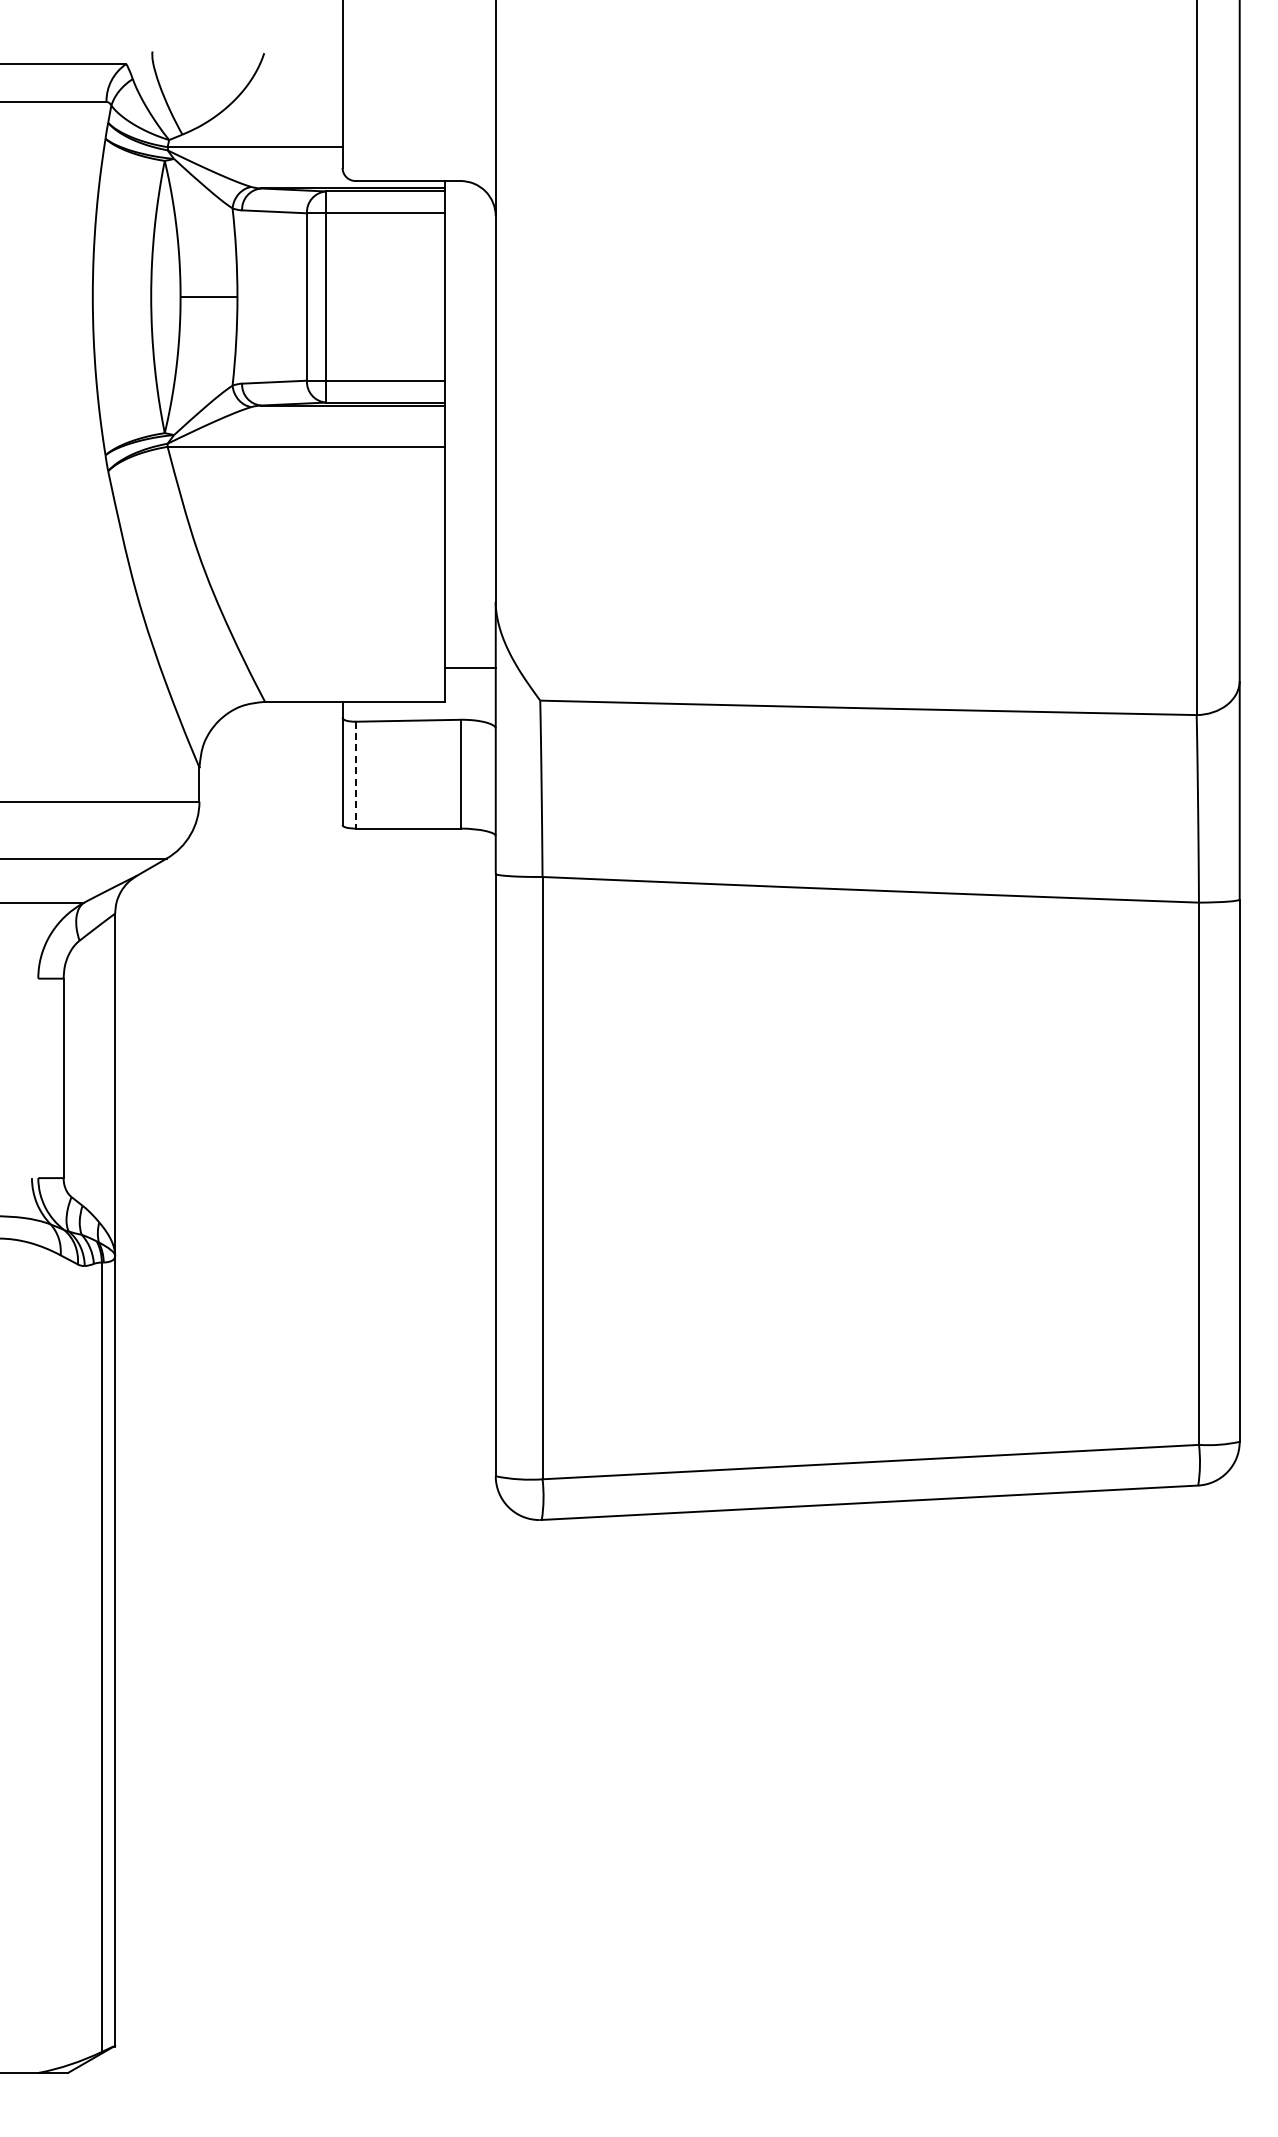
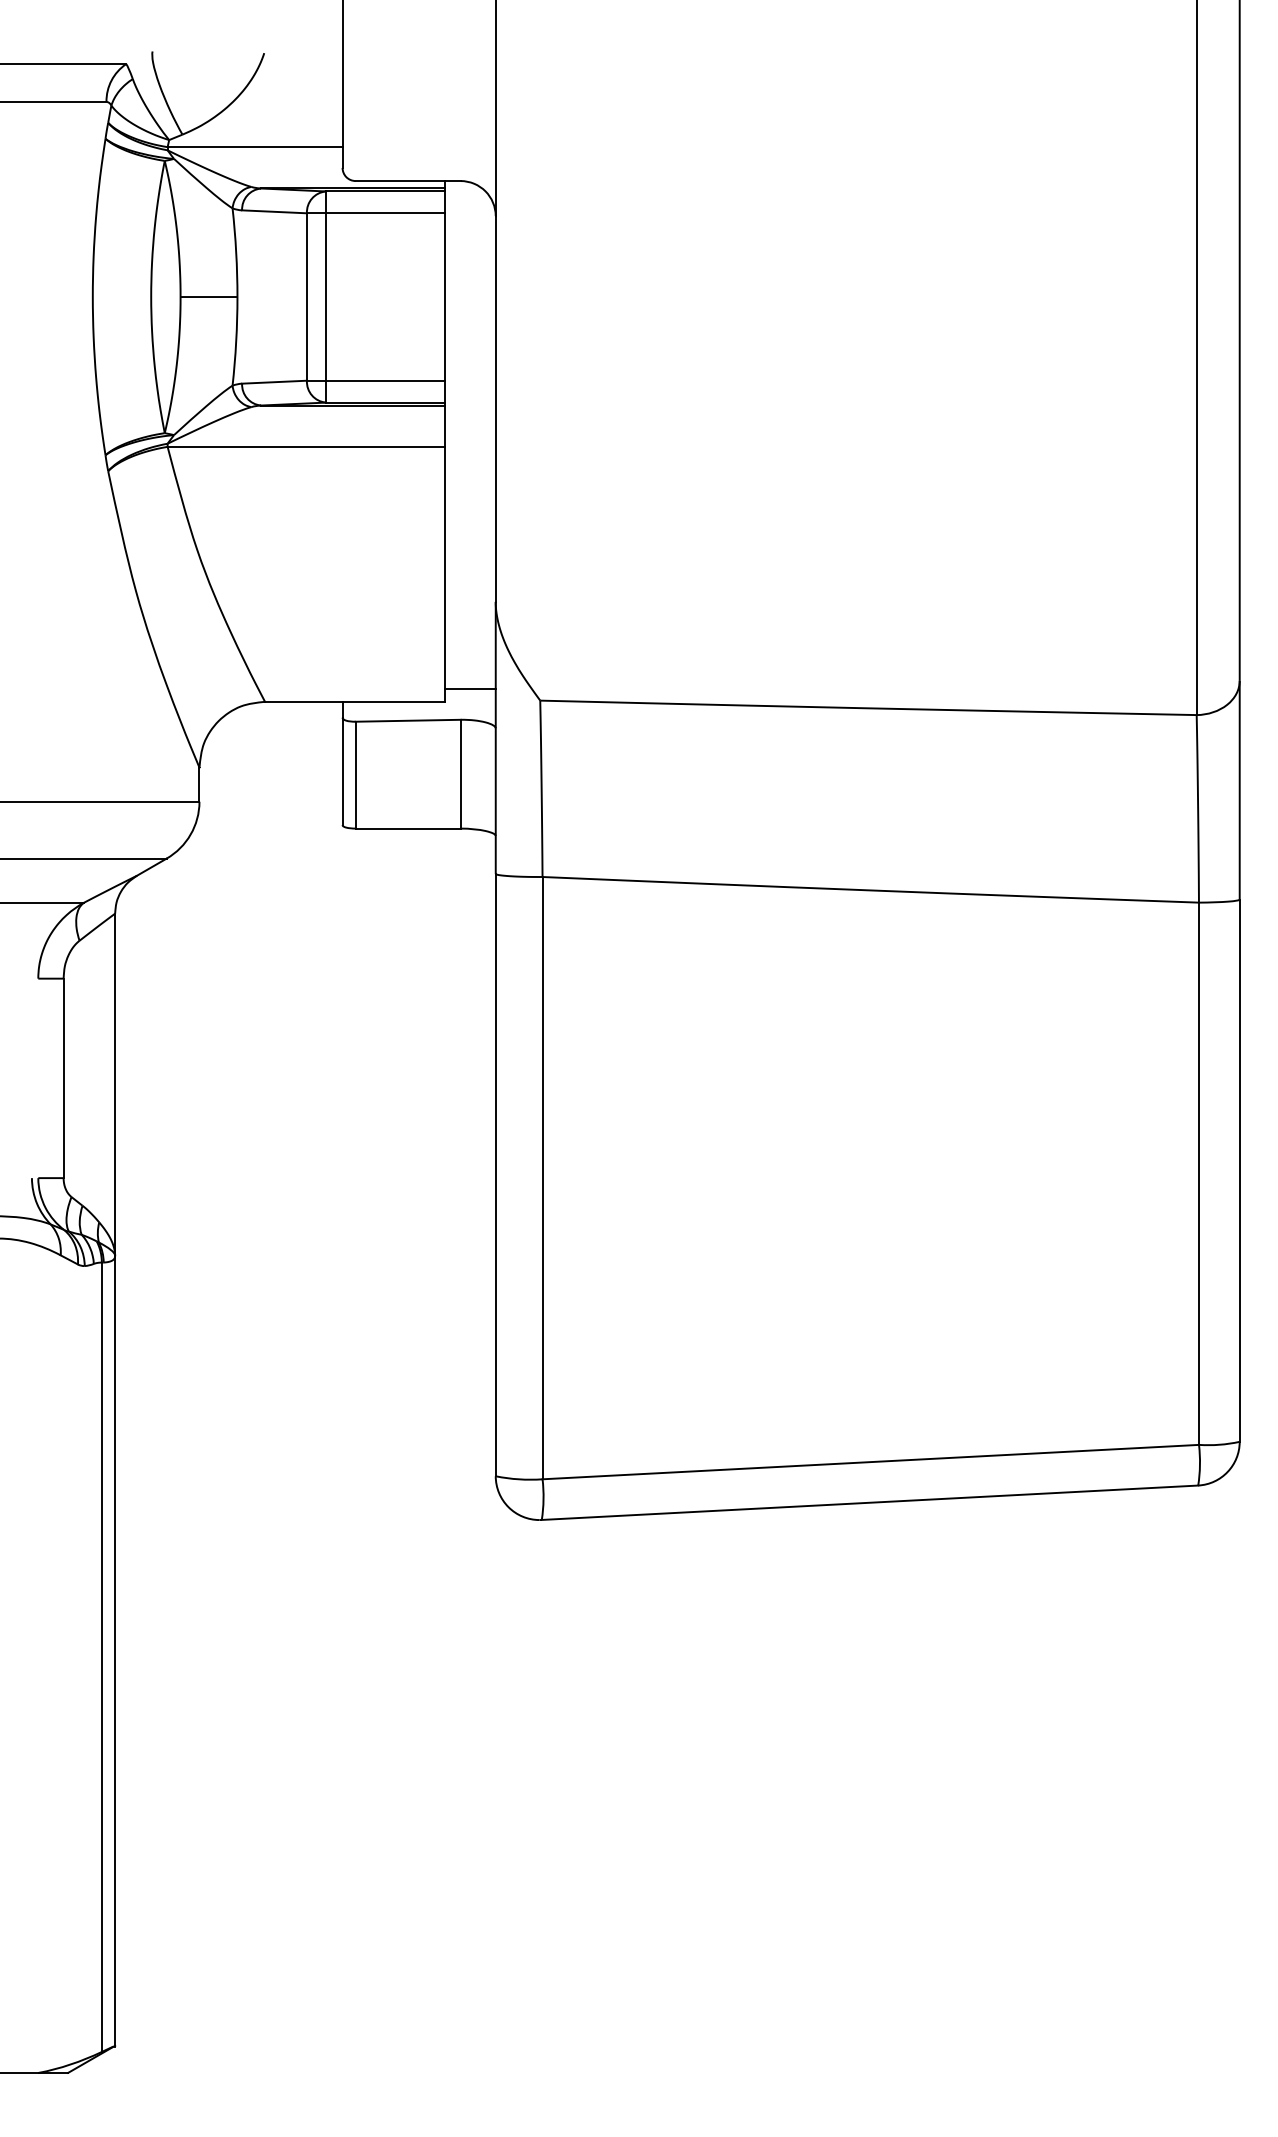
line at (470, 667) position: (470, 667) -> (470, 688)
line at (355, 775): dashed -> solid
